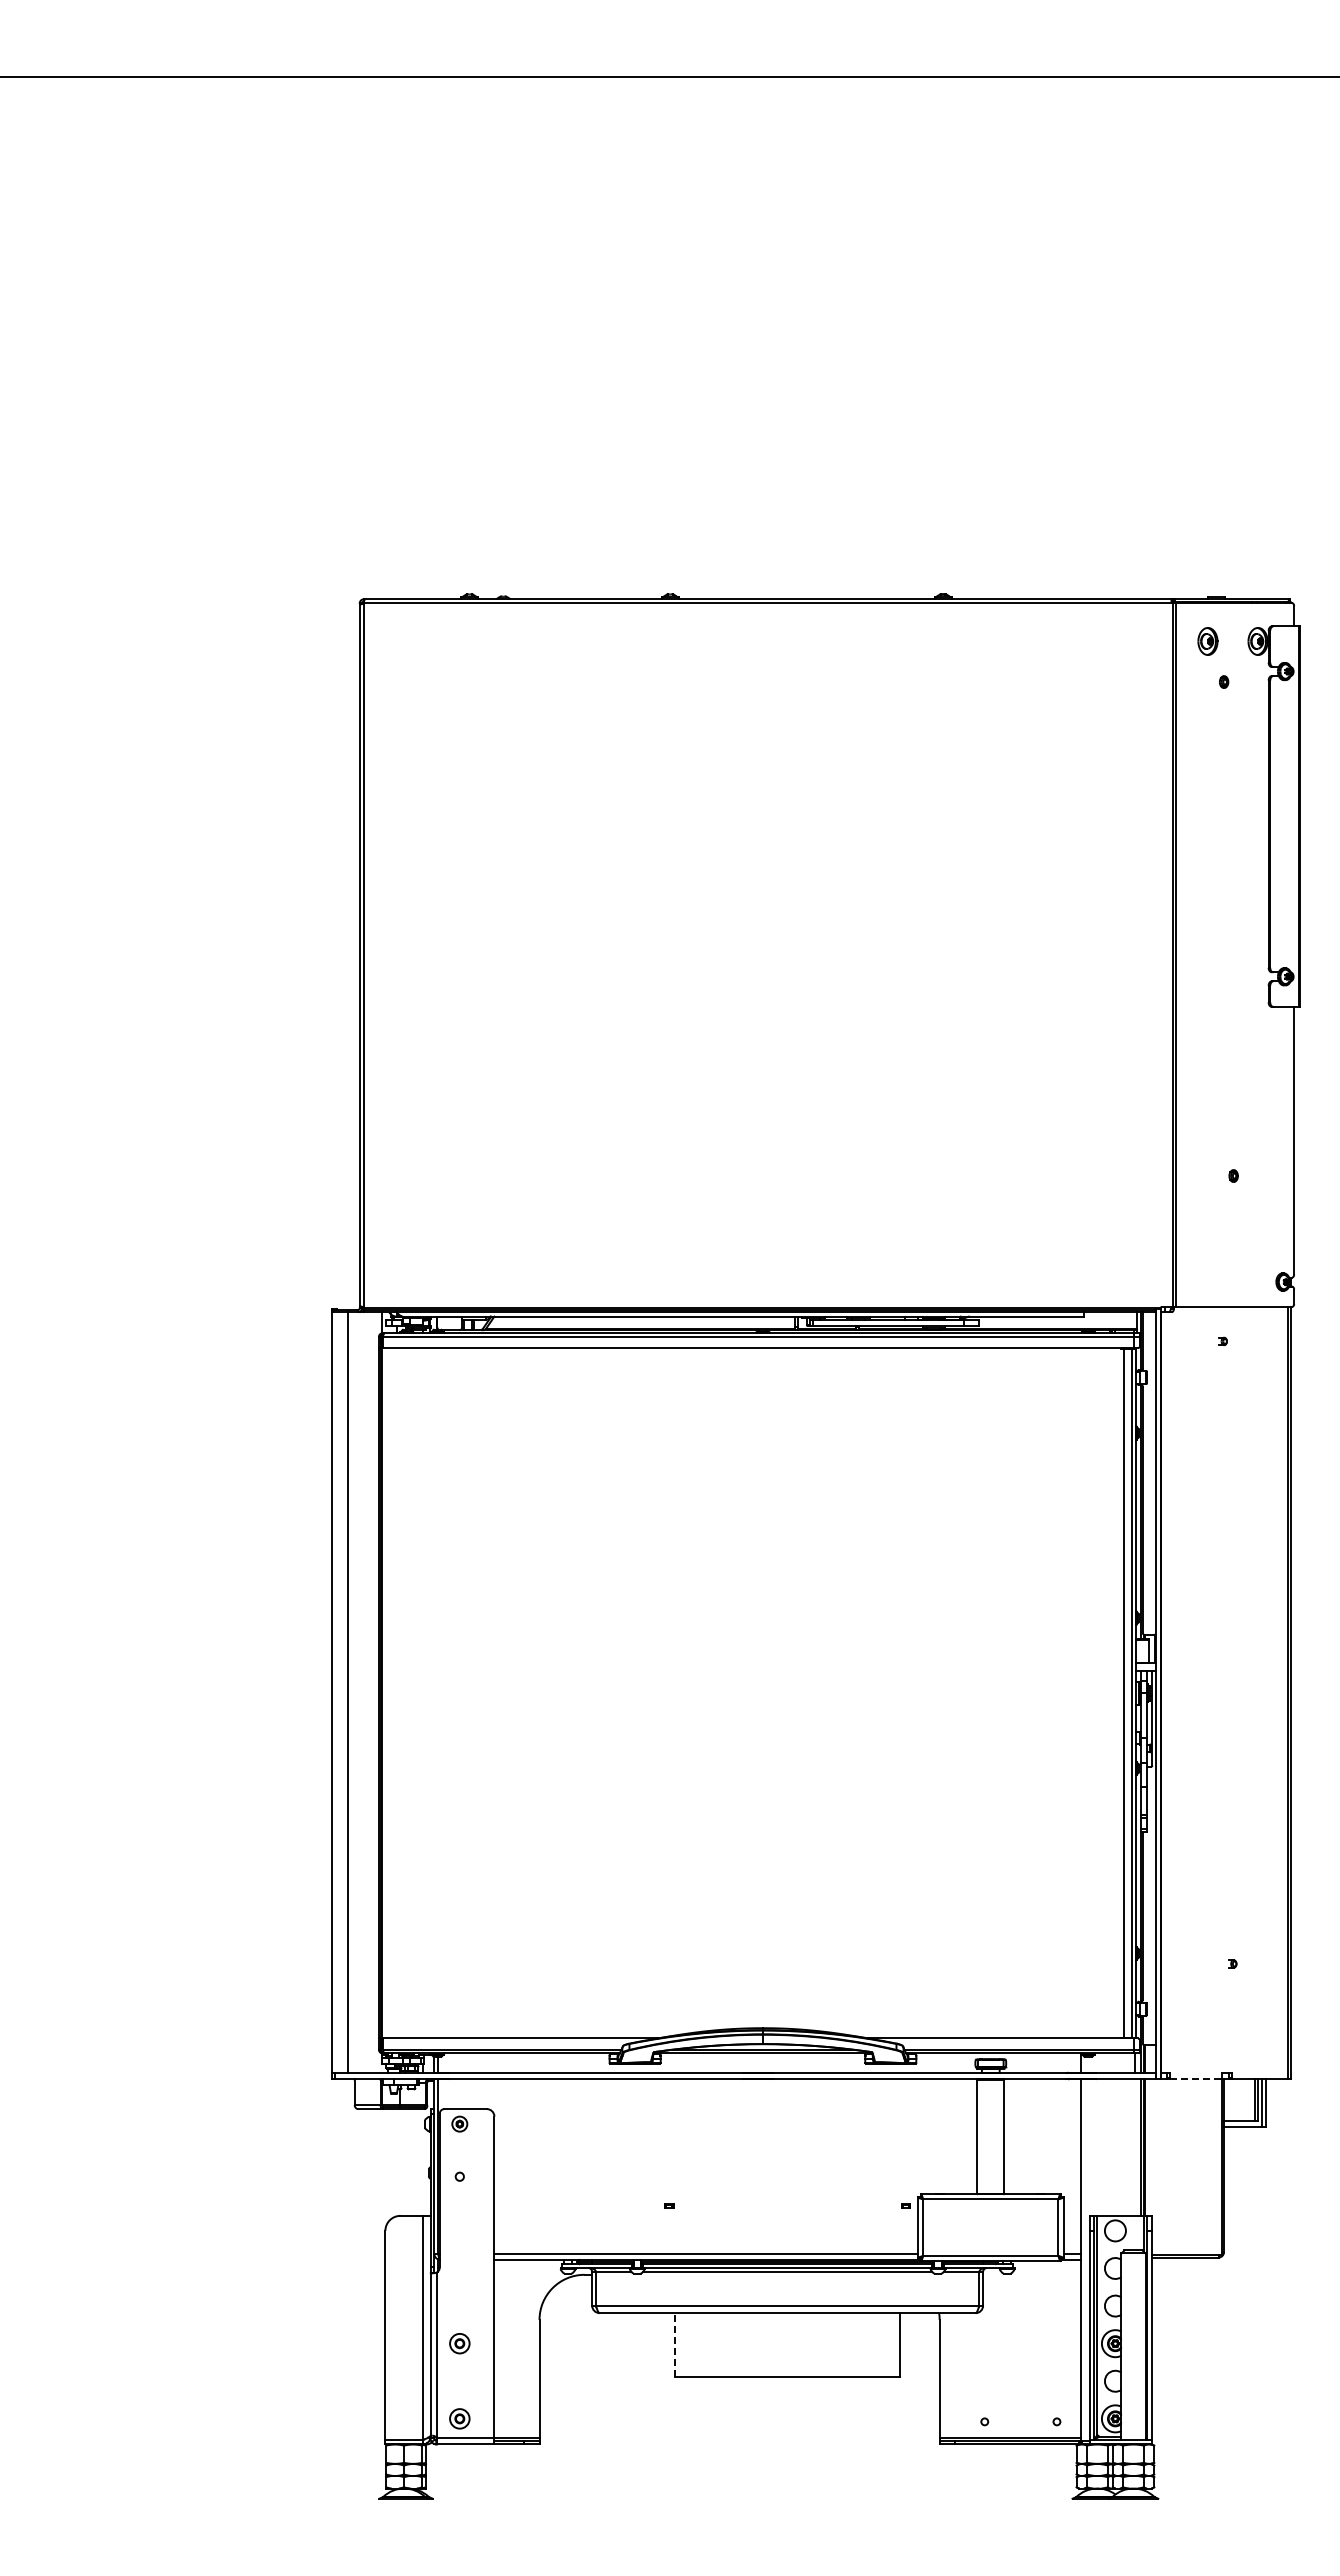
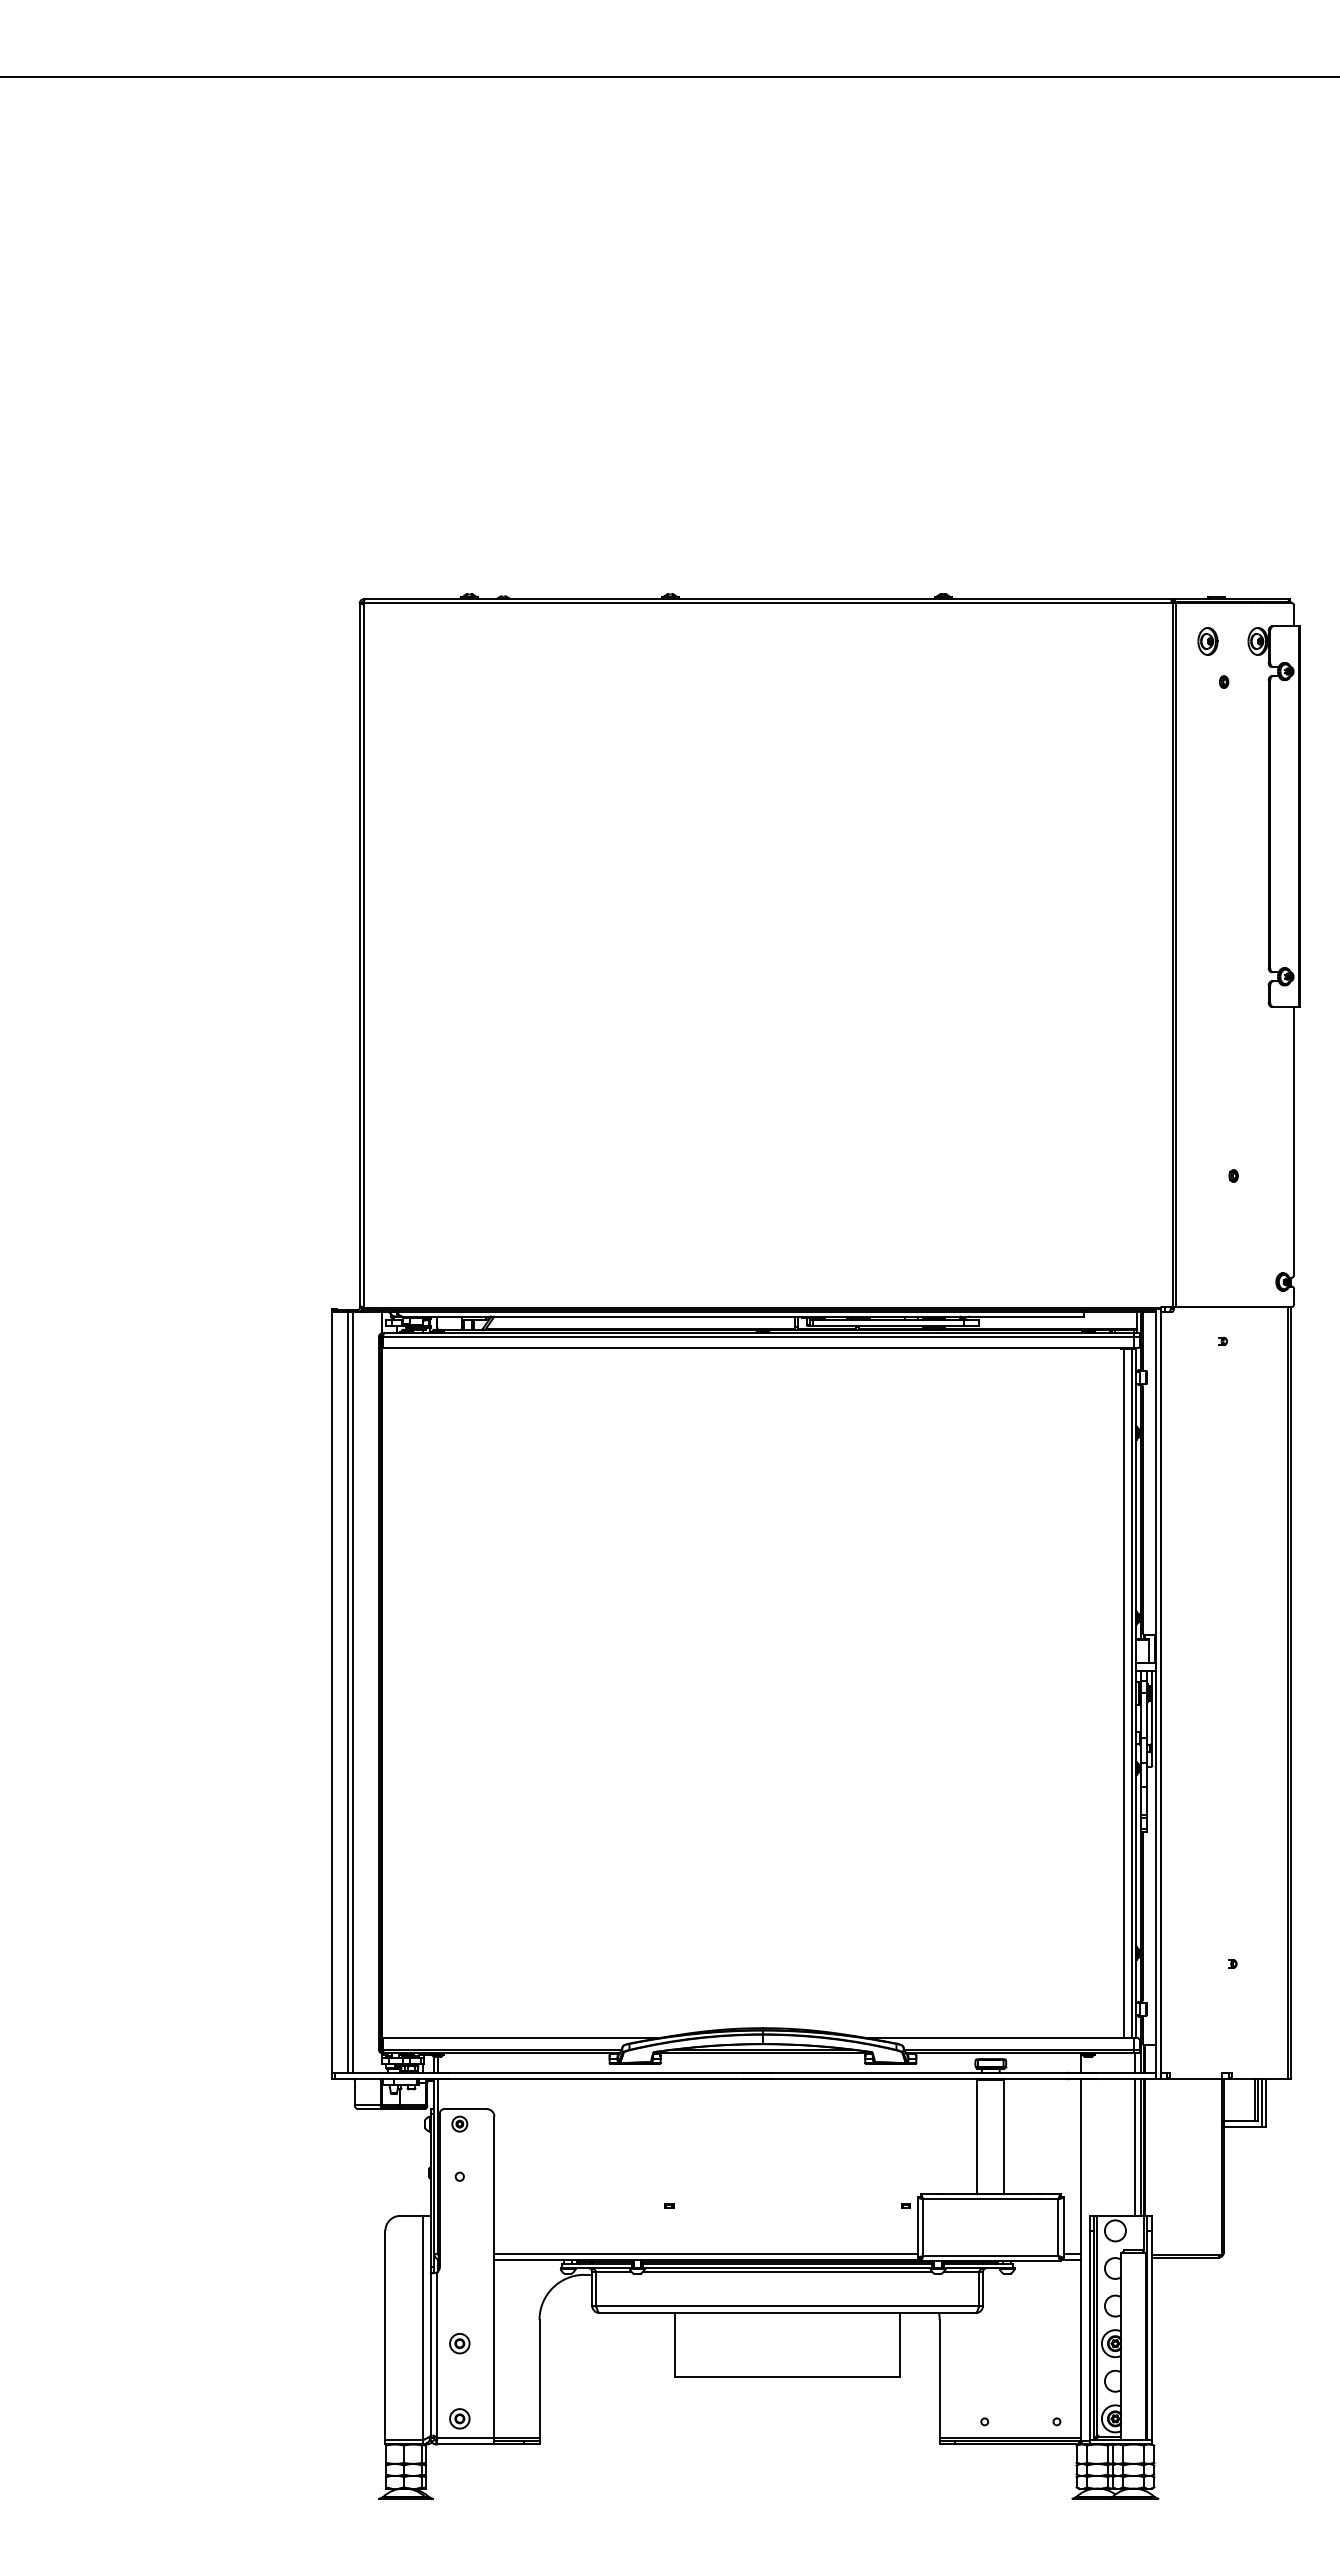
line at (352, 1692): none -> present
line at (1195, 2079): dashed -> solid
line at (1134, 2147): none -> present
line at (674, 2345): dashed -> solid
